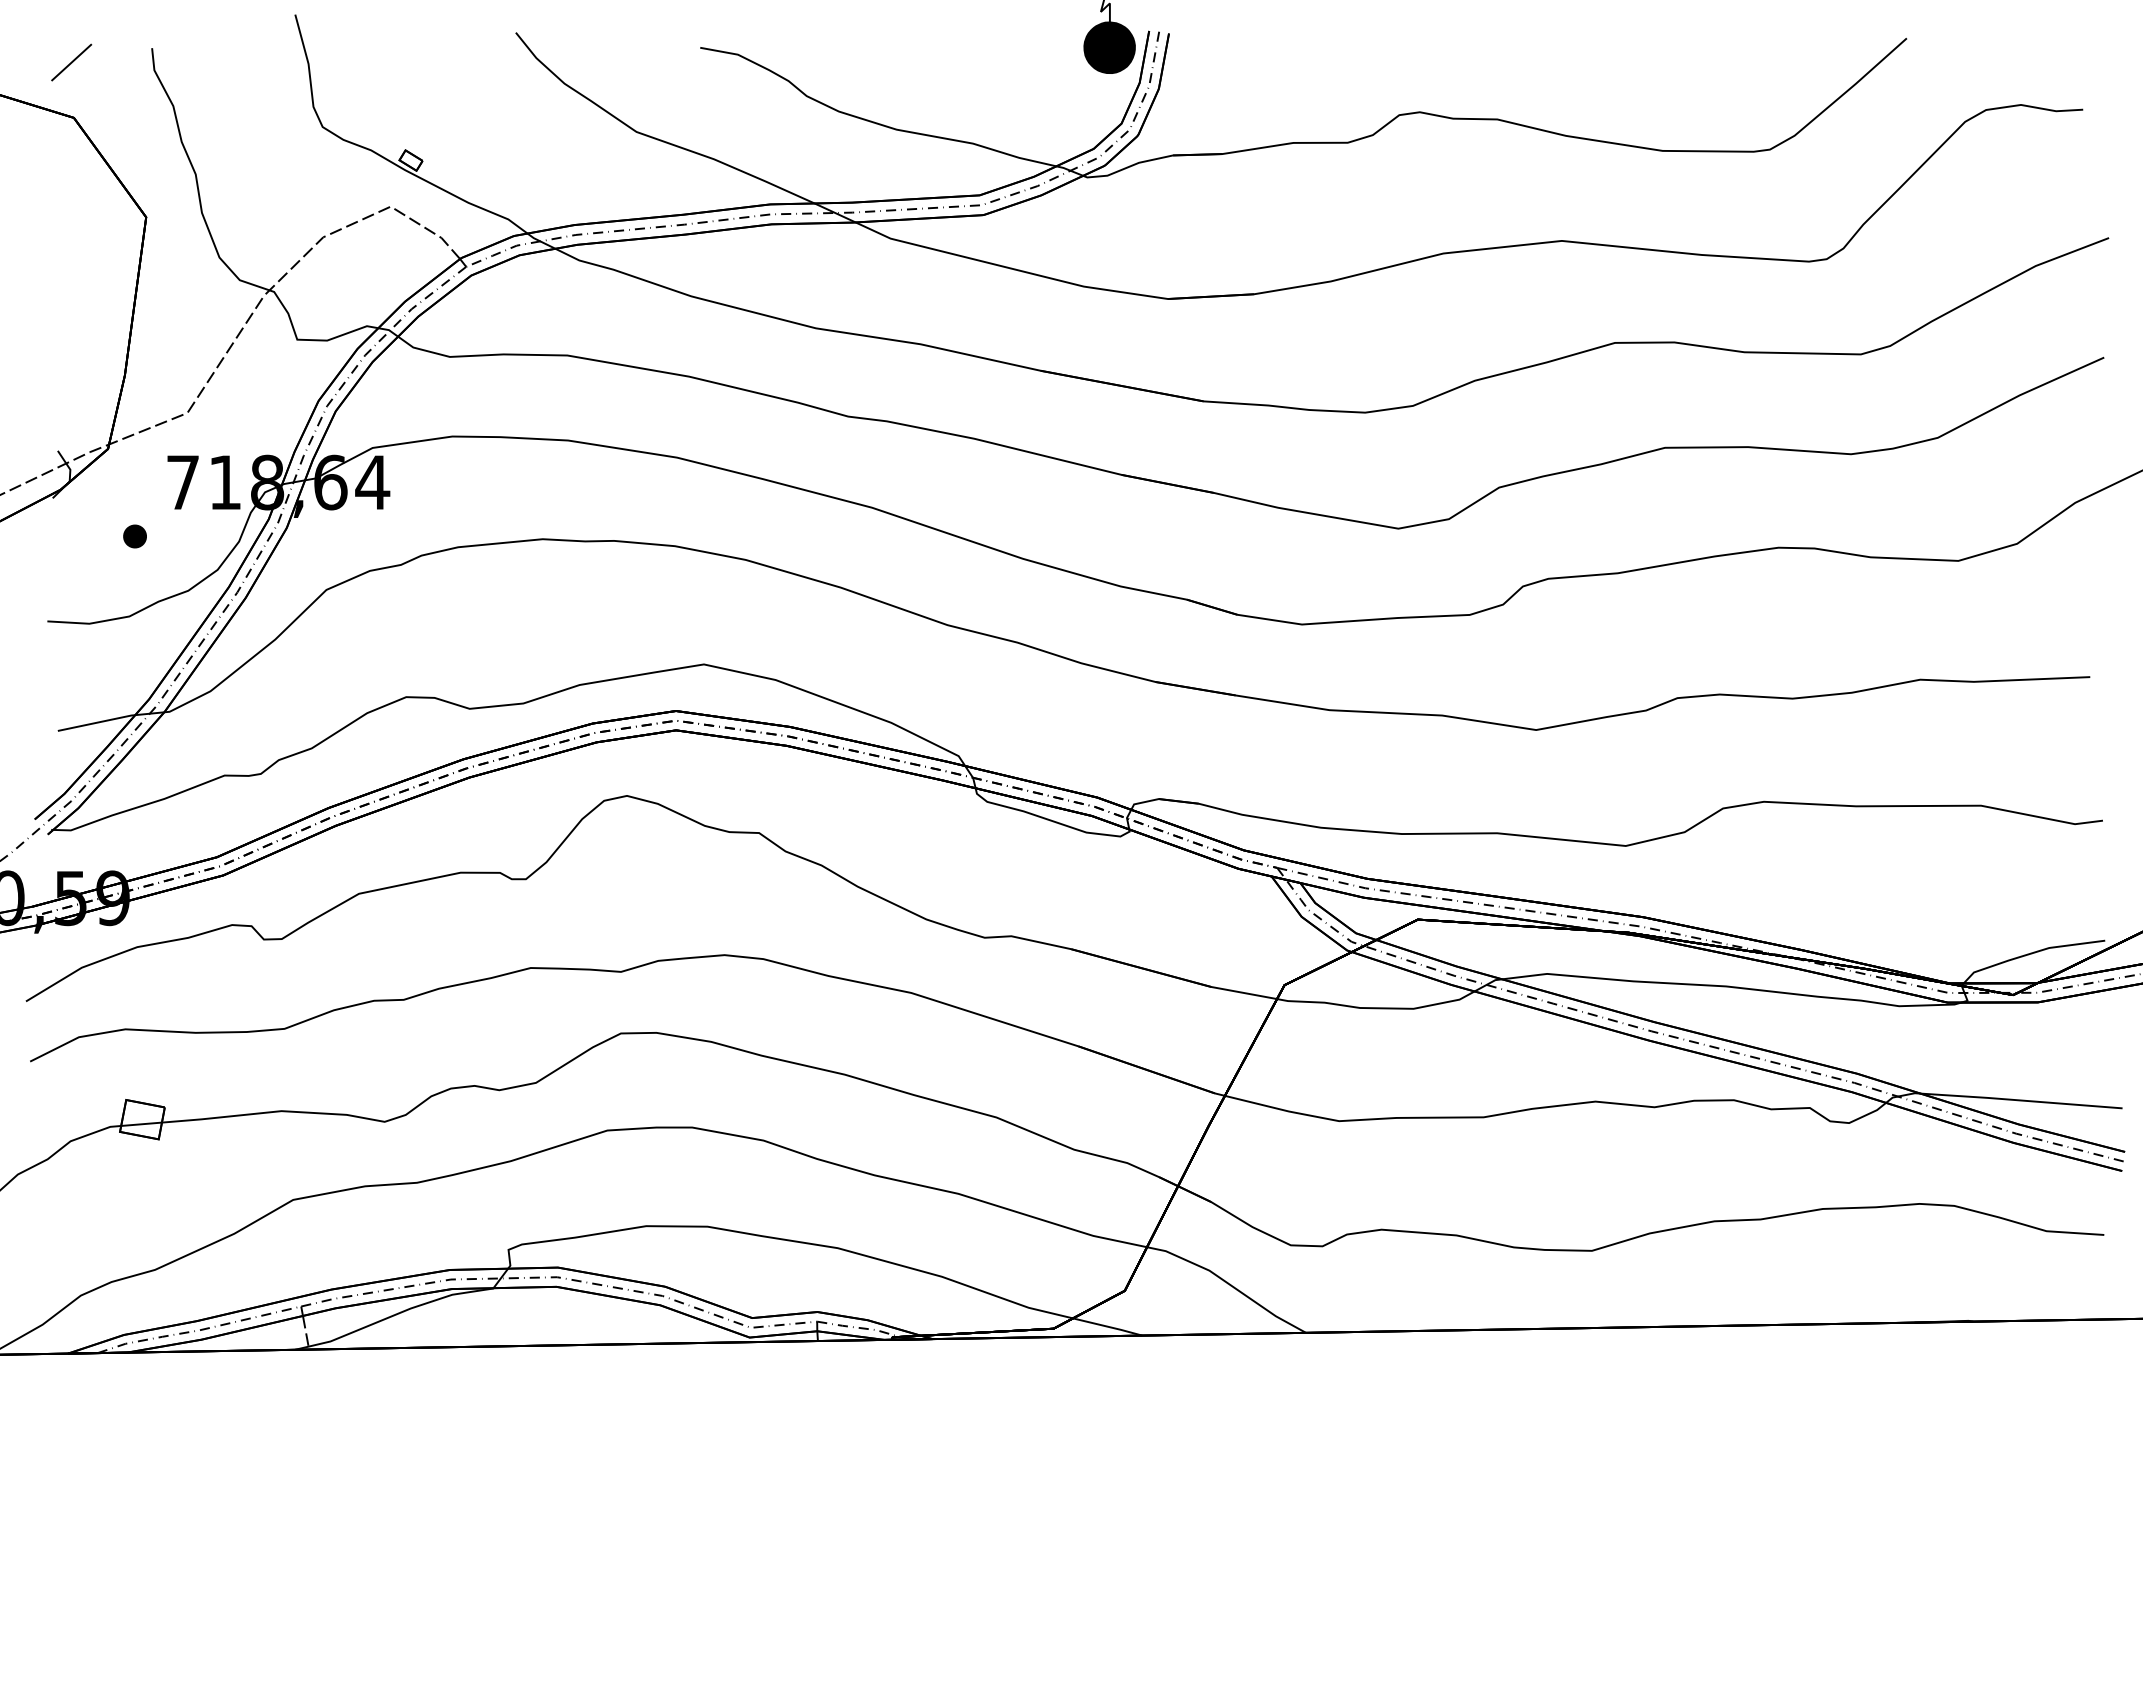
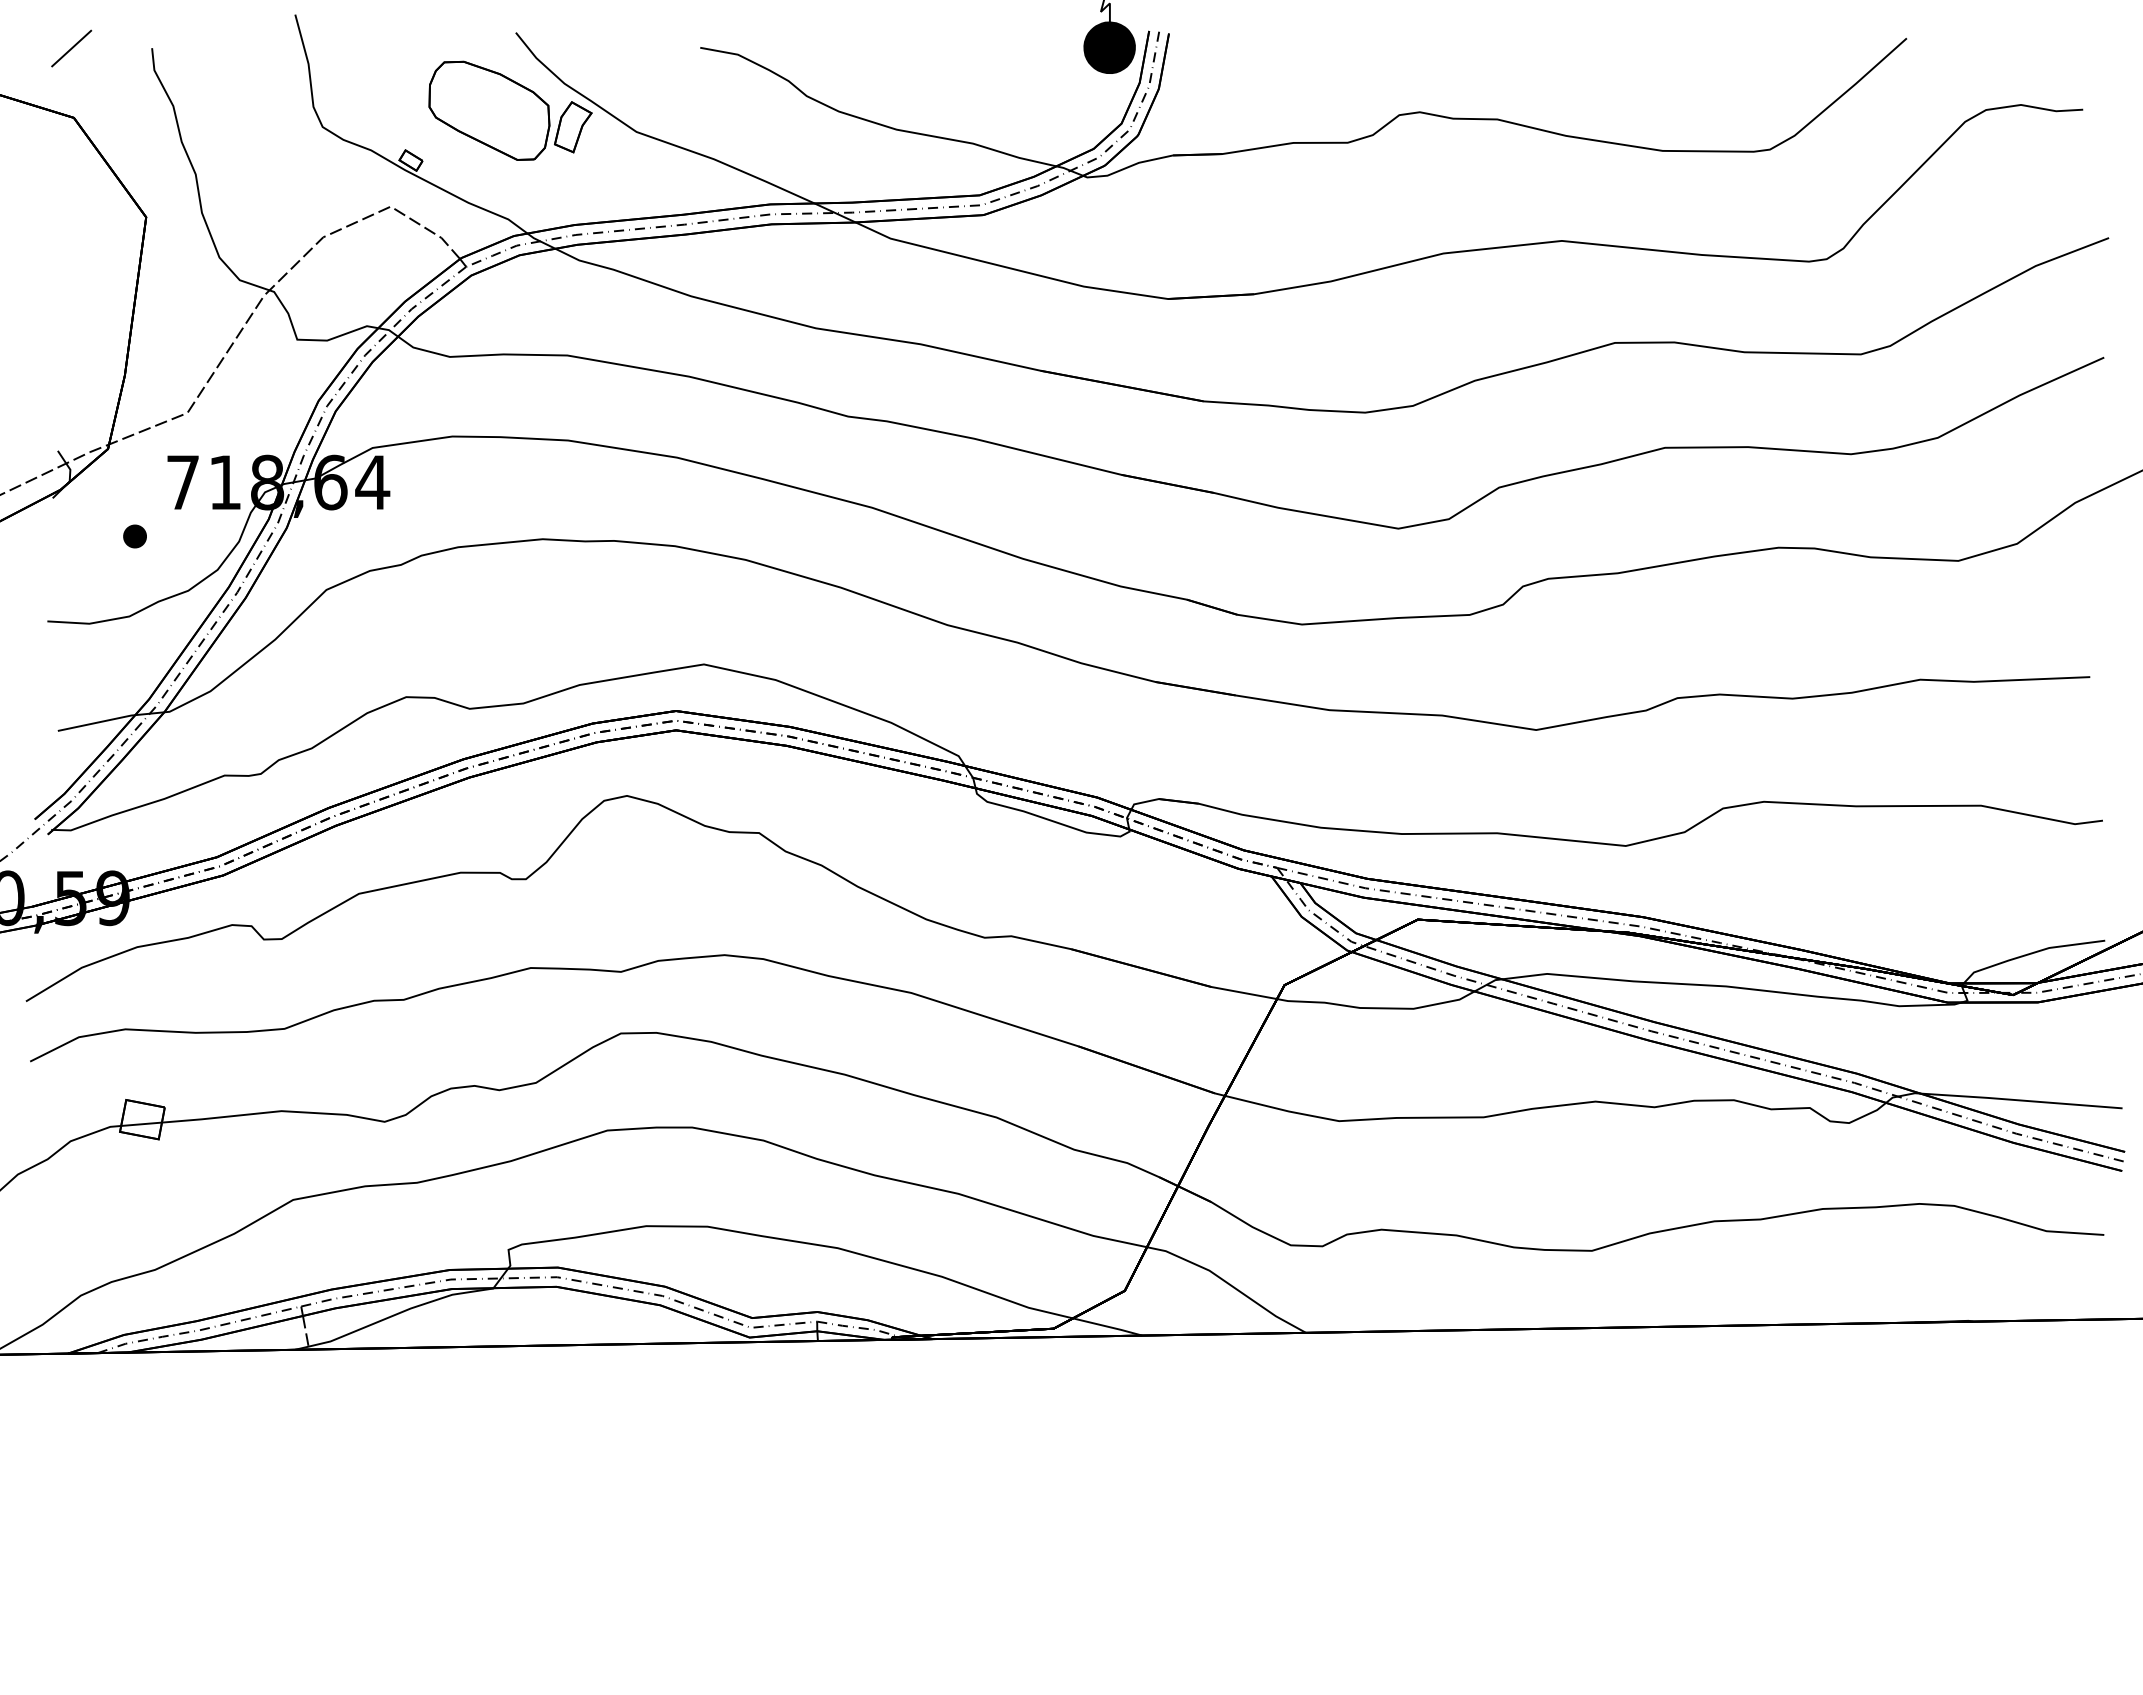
line at (71, 62) position: (71, 62) -> (71, 48)
part at (510, 110): none -> present
